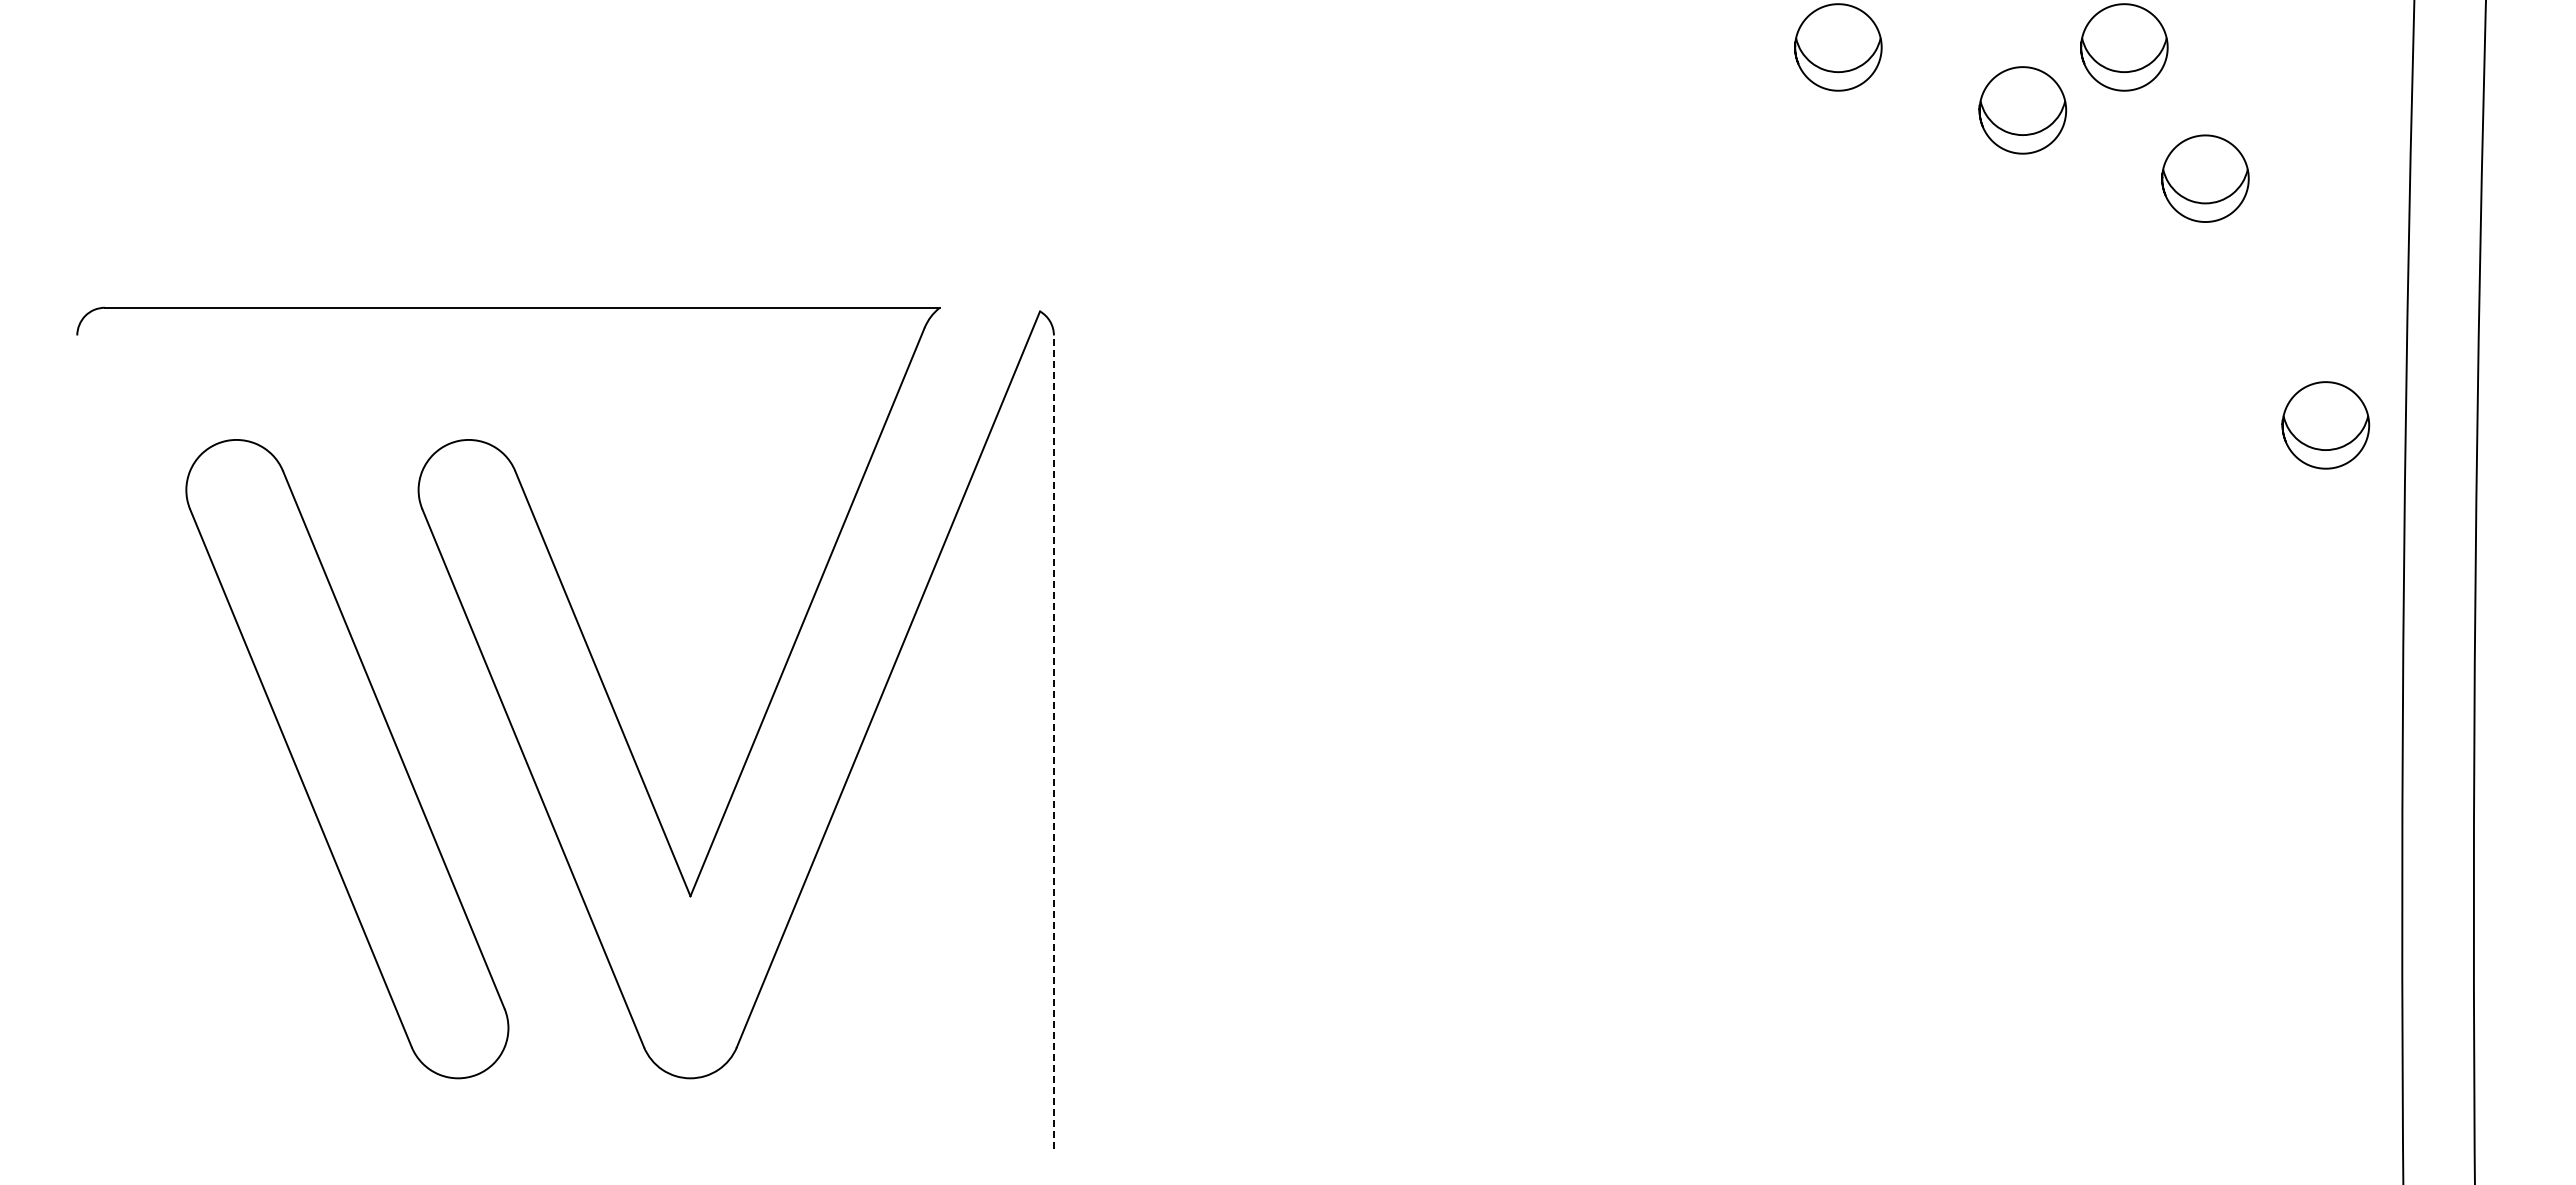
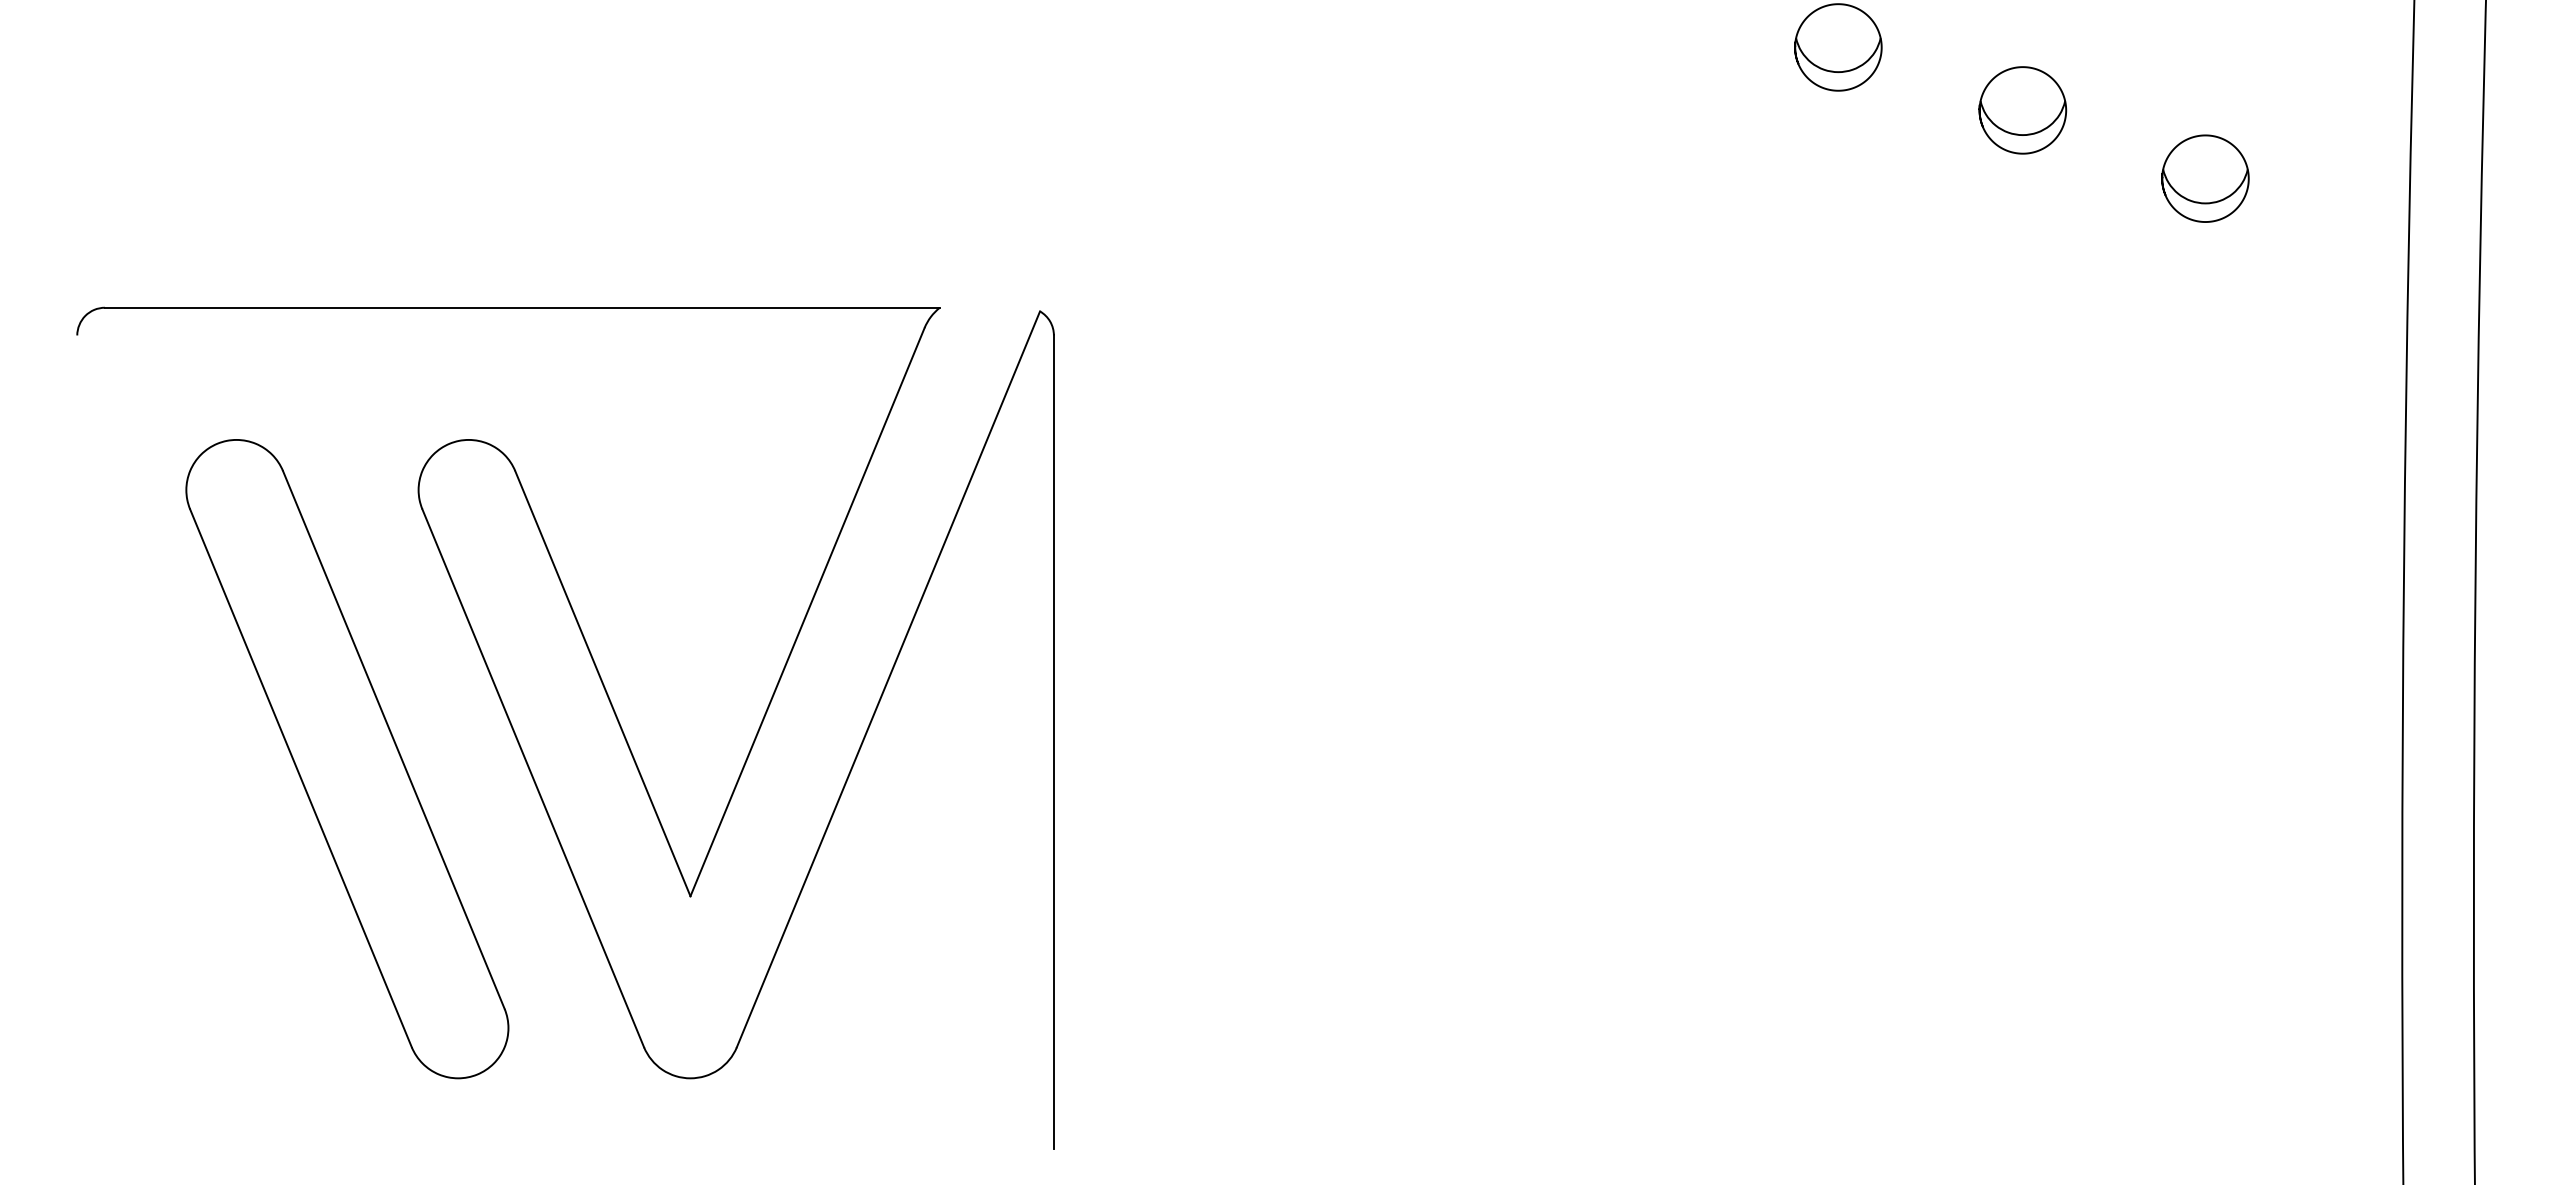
part at (2124, 47): present -> none
part at (2325, 425): present -> none
line at (1053, 742): dashed -> solid
